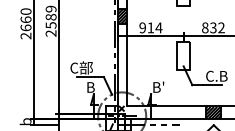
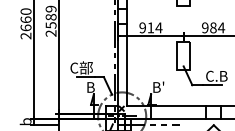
hatch at (122, 16): present -> none
text at (213, 27): 832 -> 984
hatch at (213, 112): present -> none
